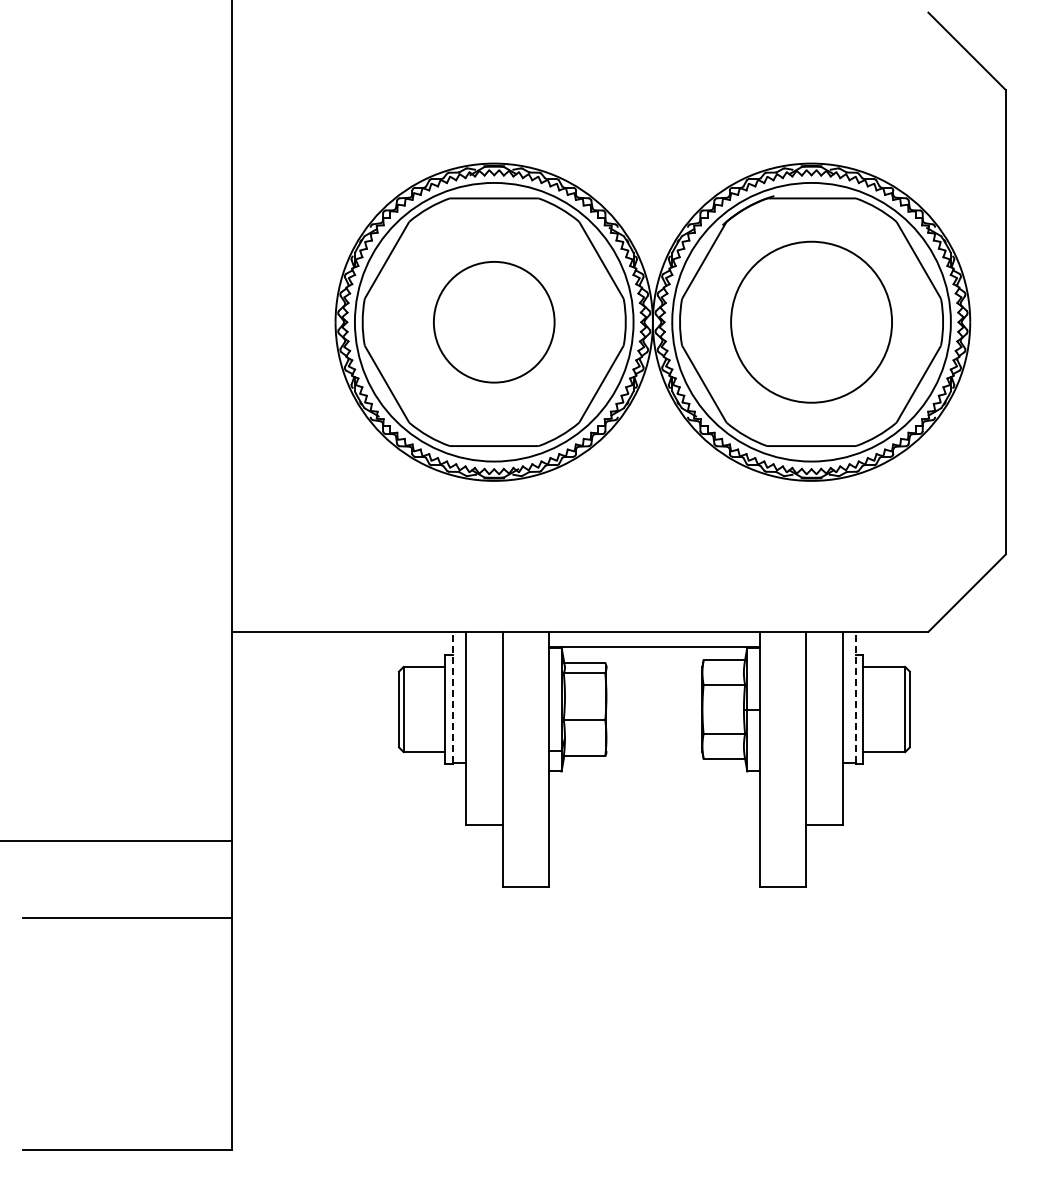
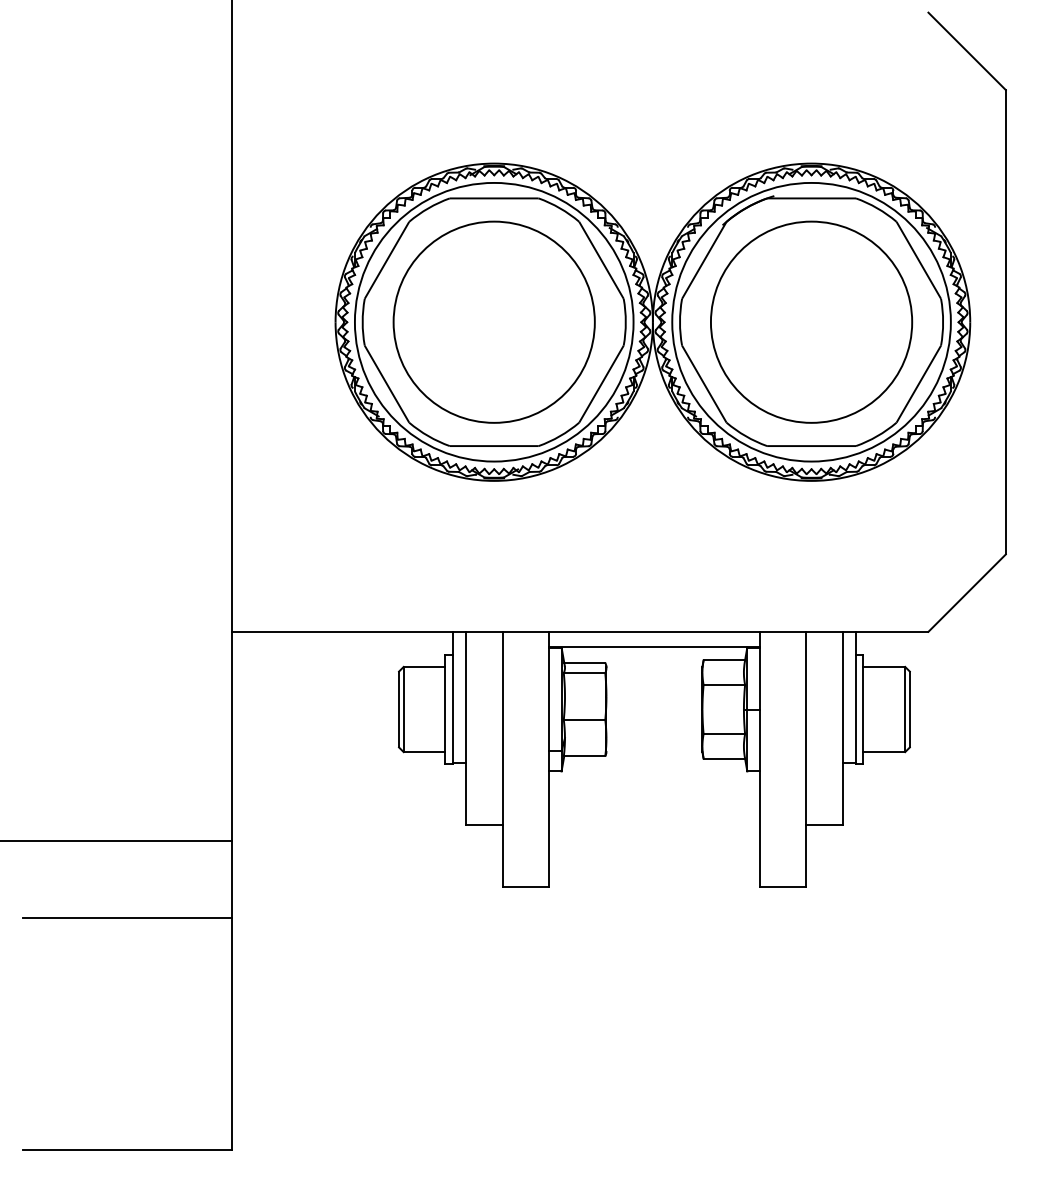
circle at (493, 321) diameter: 121 px -> 201 px
circle at (811, 321) diameter: 161 px -> 201 px
line at (453, 697): dashed -> solid
line at (855, 697): dashed -> solid
